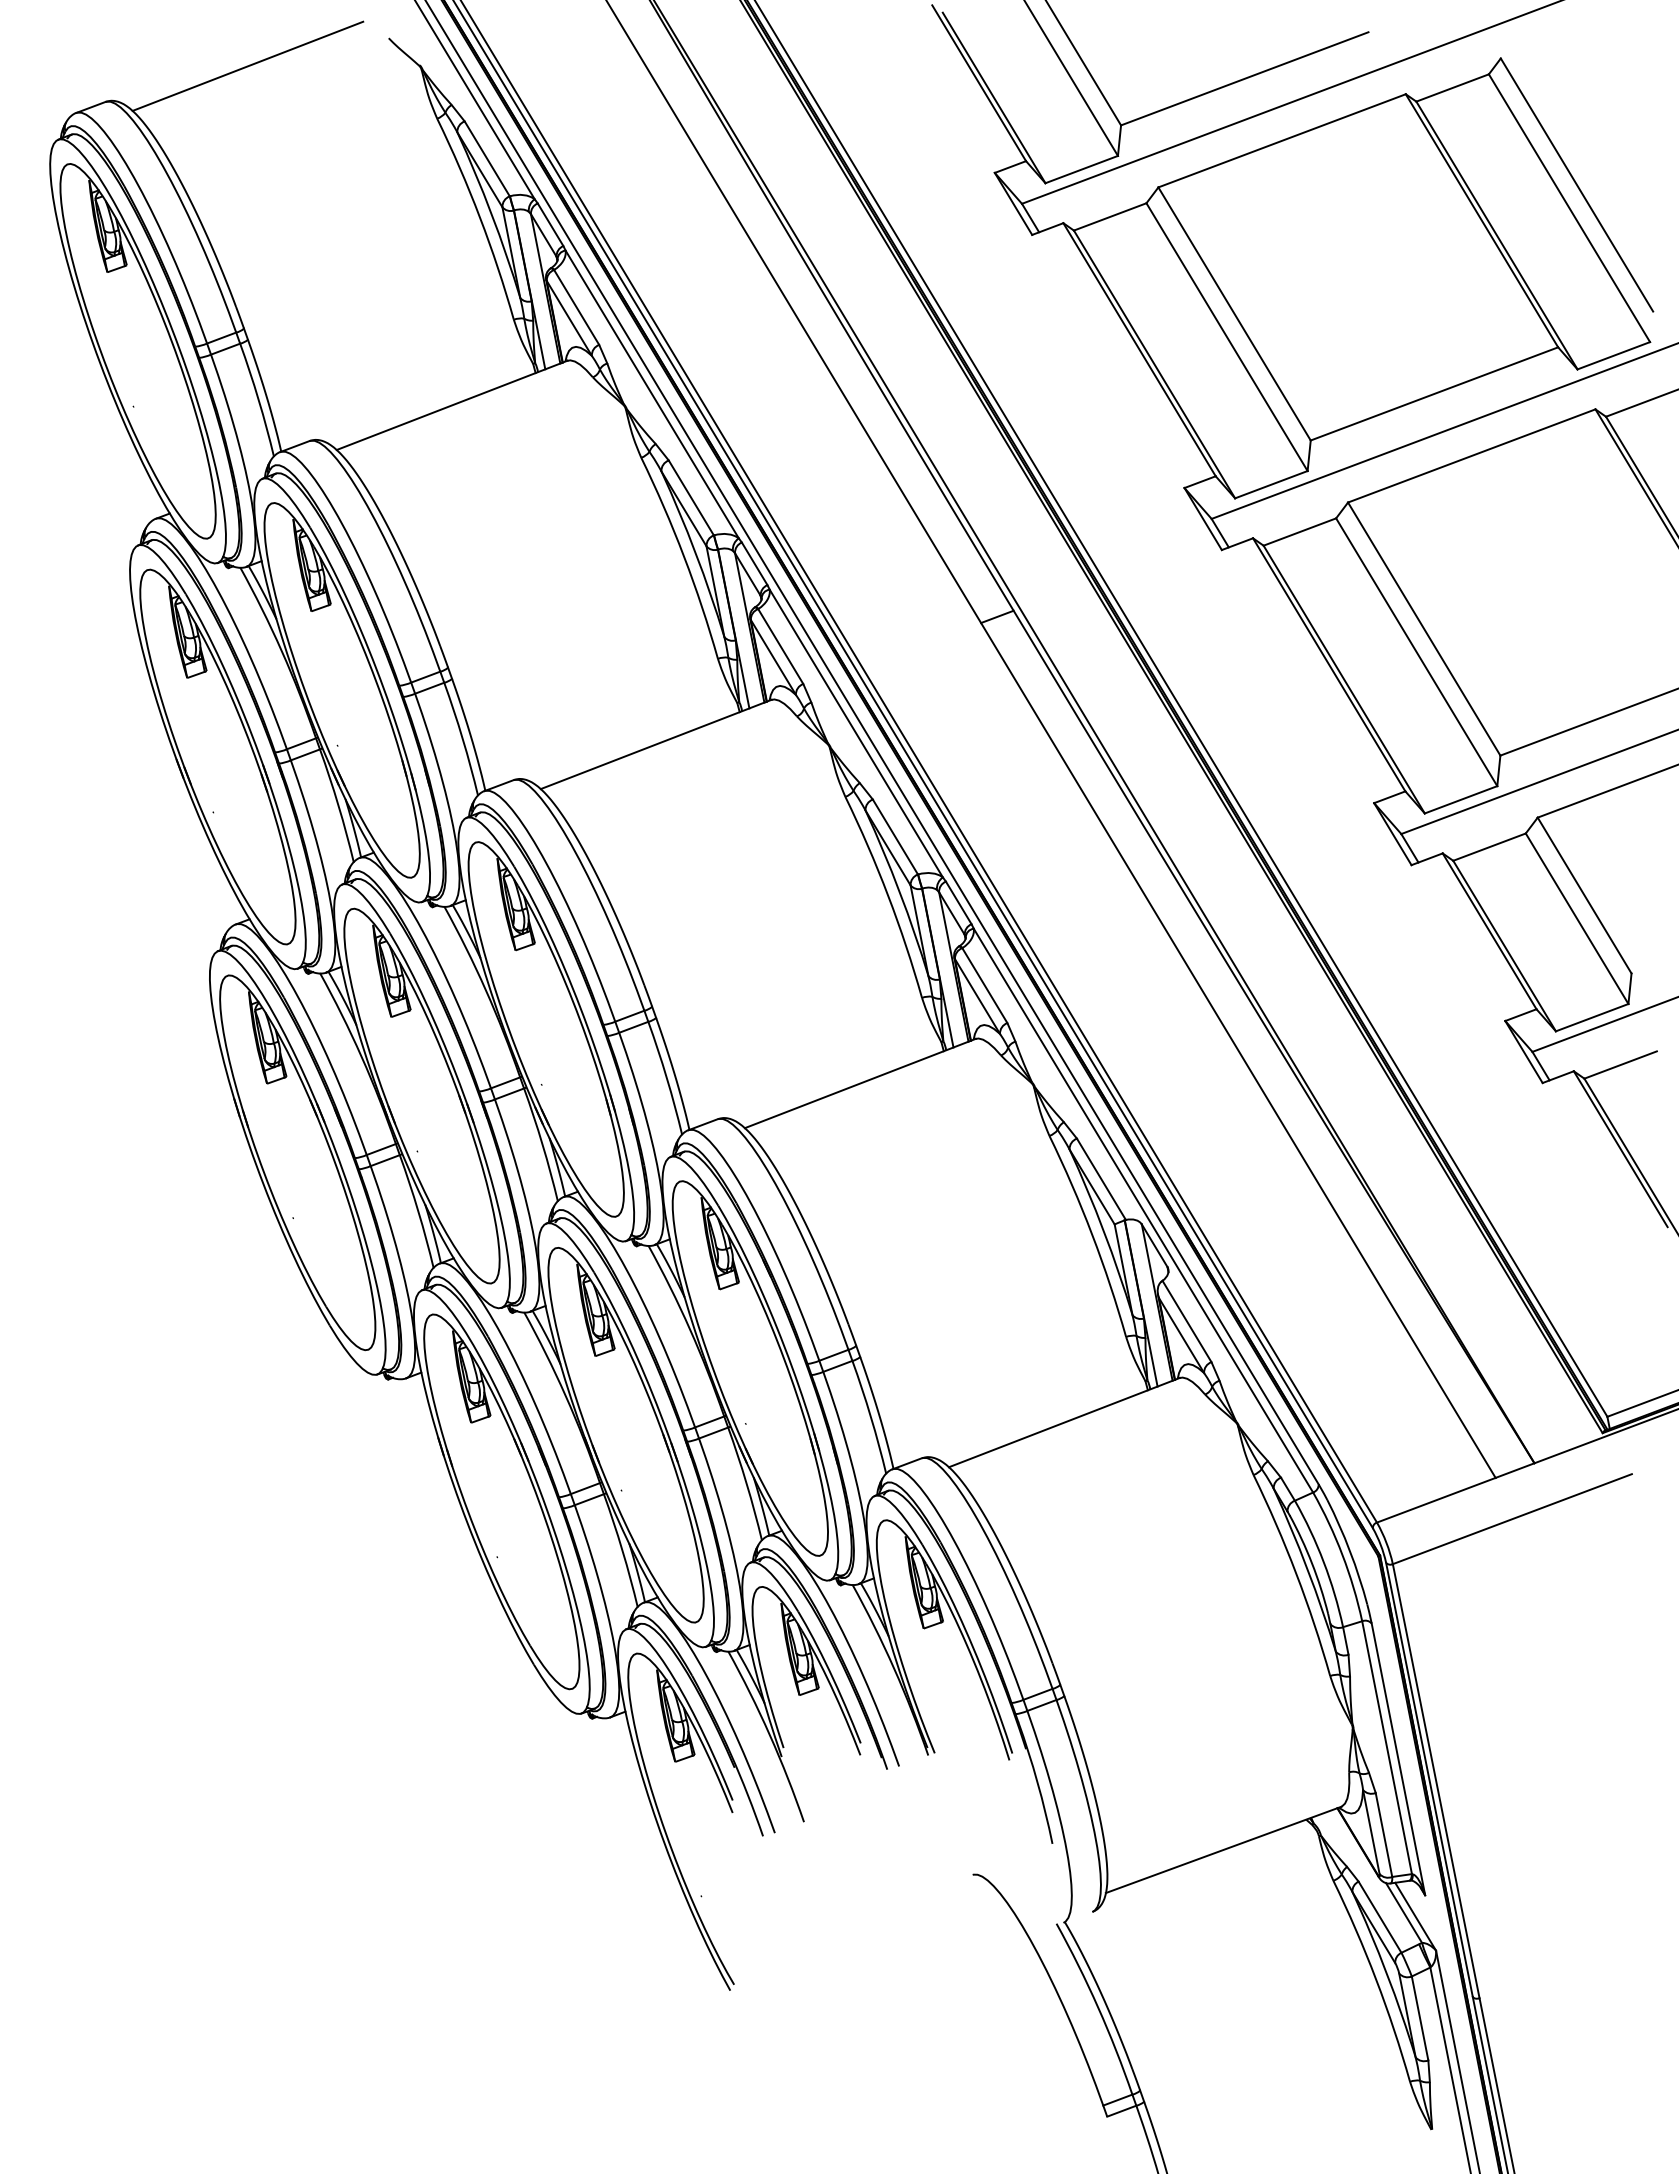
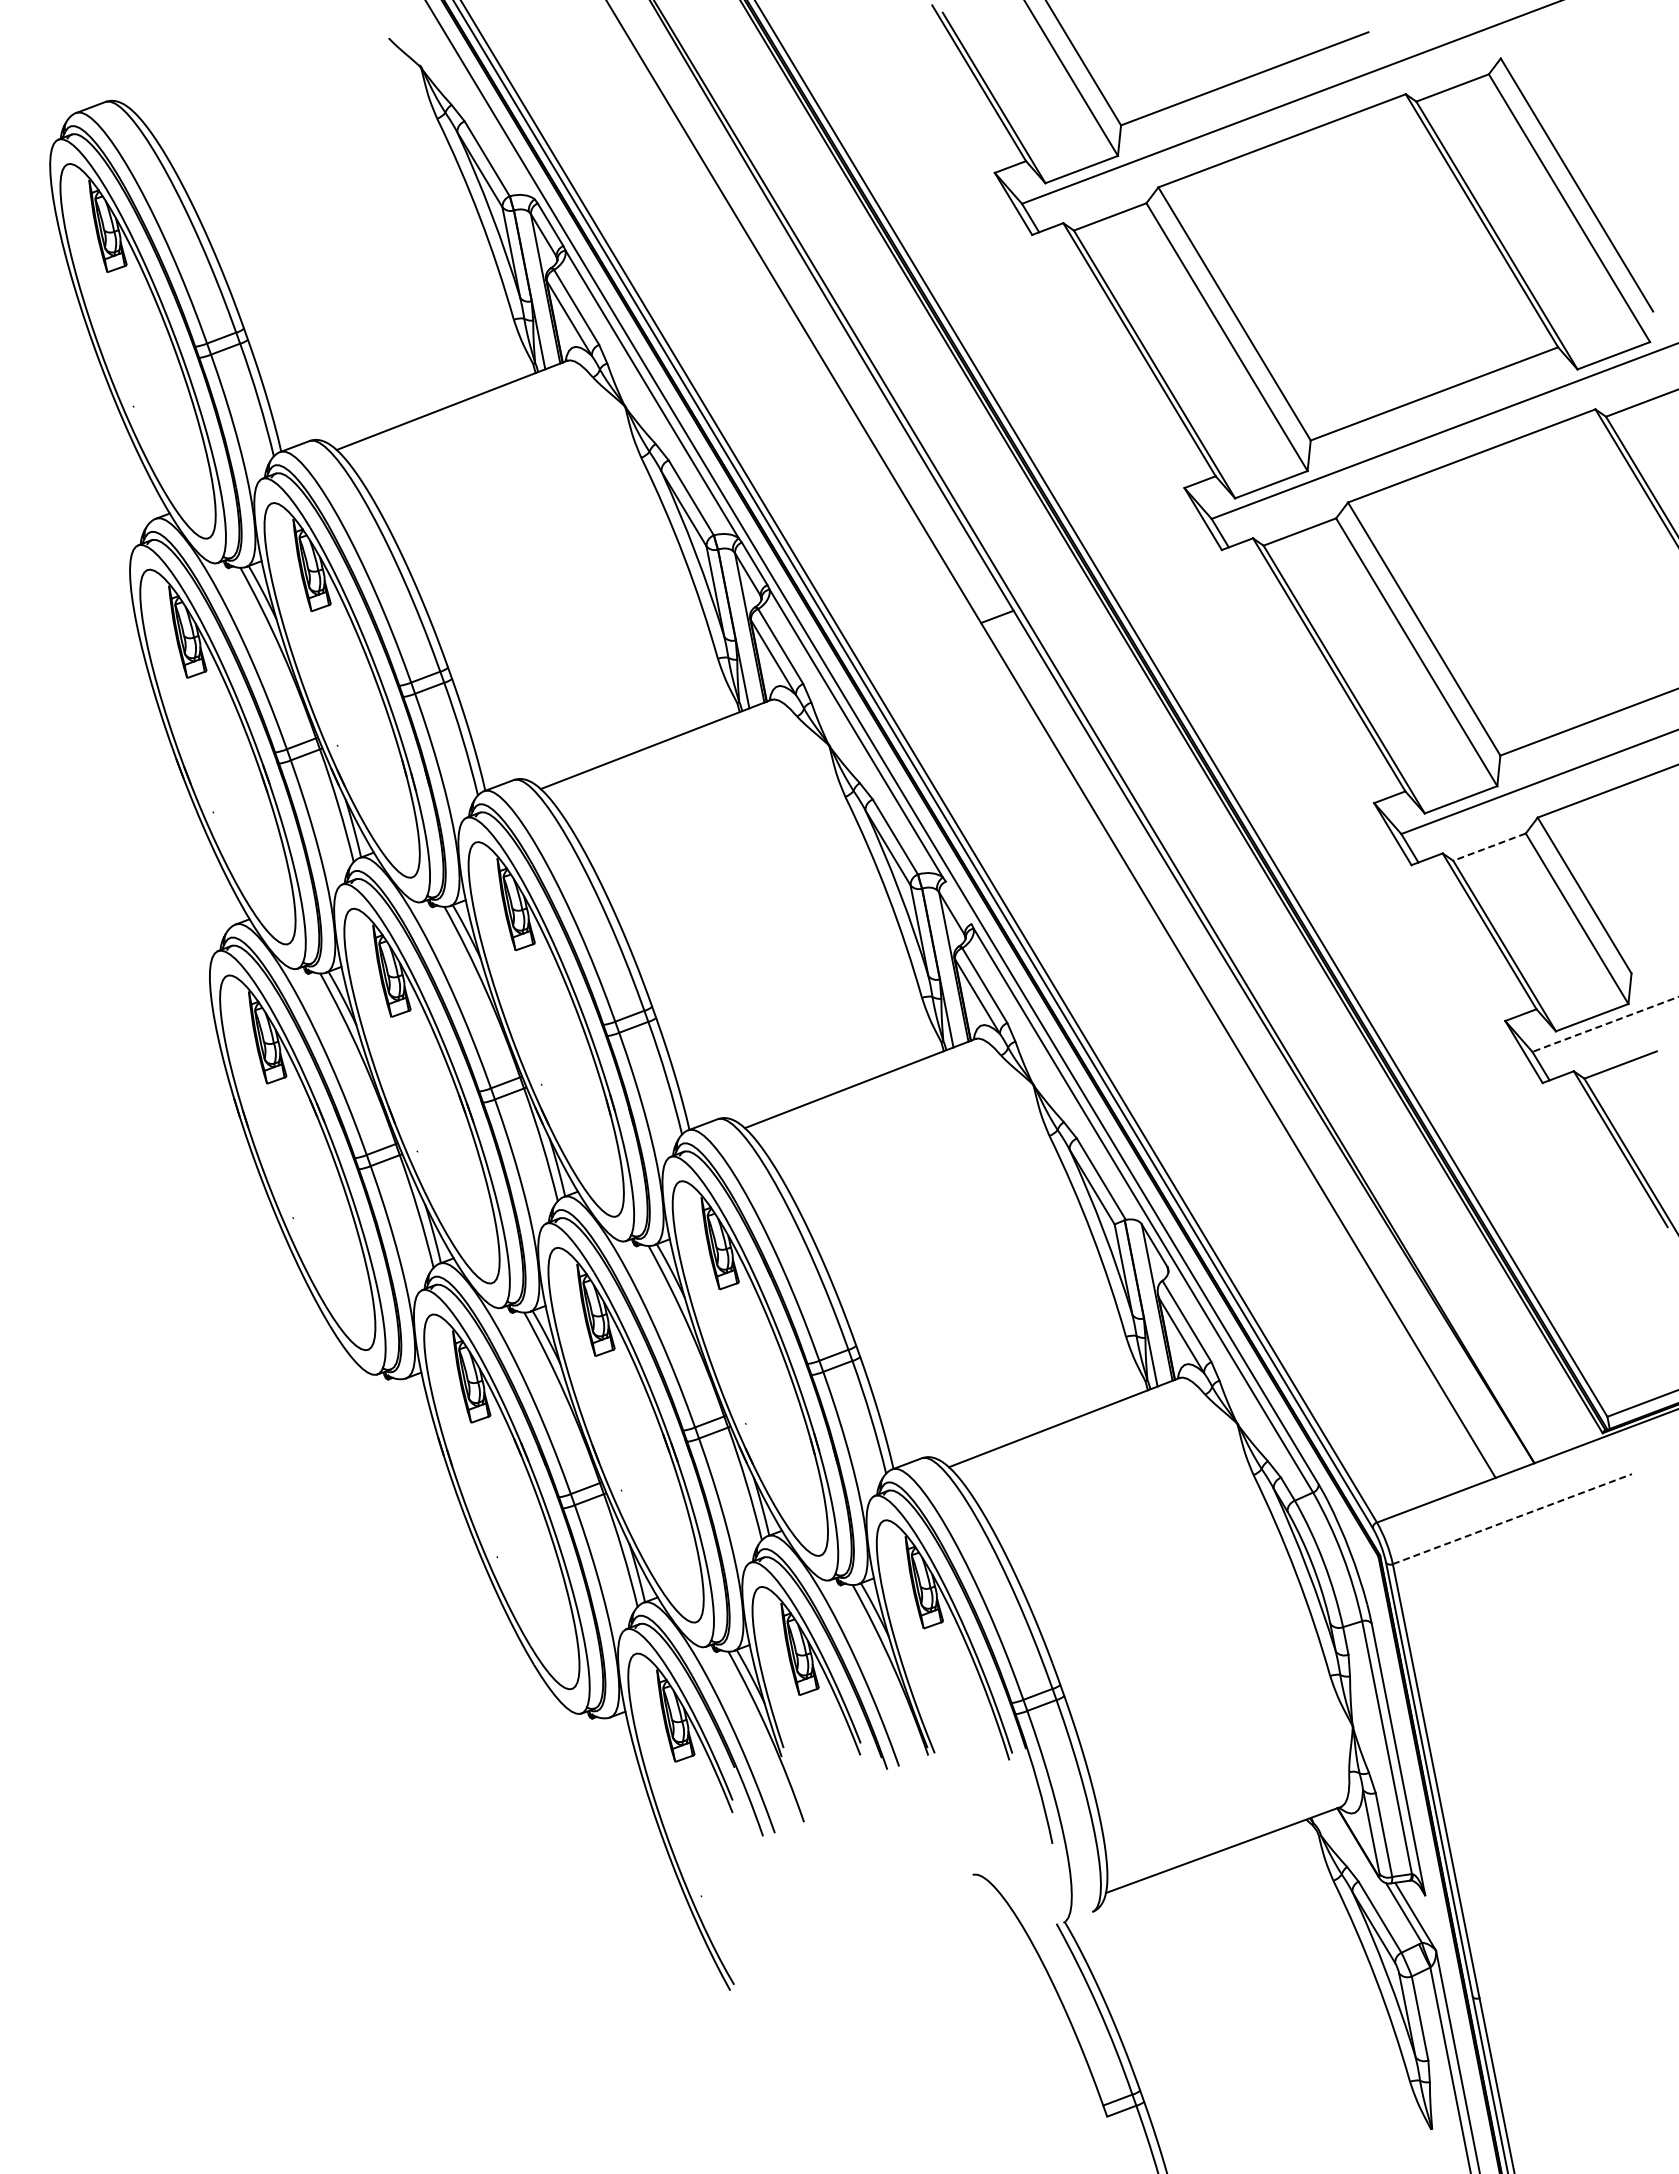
line at (247, 65): present -> none
line at (475, 100): present -> none
line at (1489, 847): solid -> dashed
line at (958, 902): present -> none
line at (1605, 1024): solid -> dashed
line at (1512, 1519): solid -> dashed
